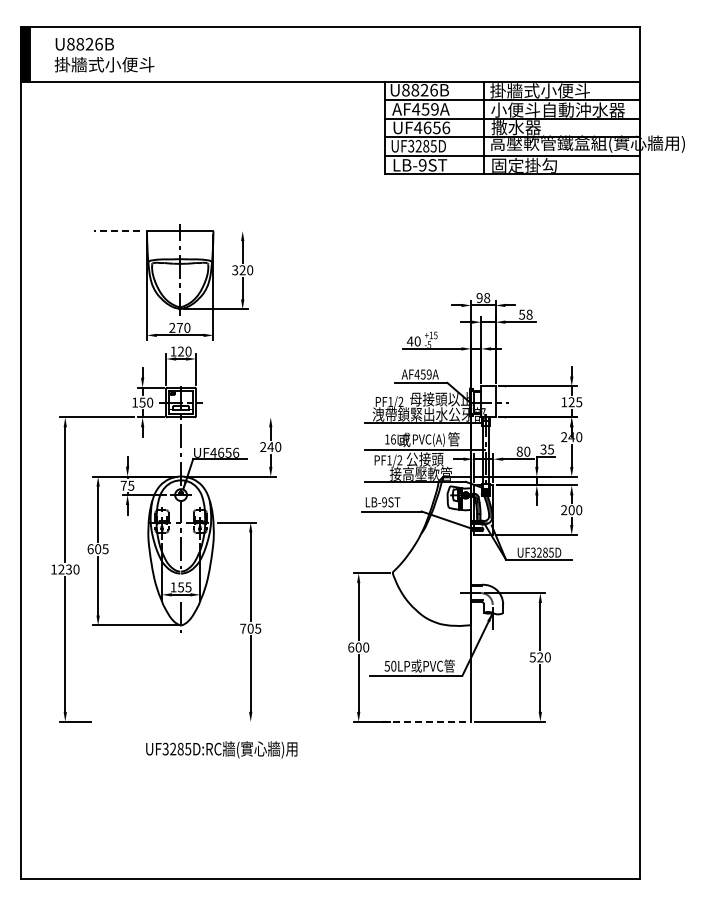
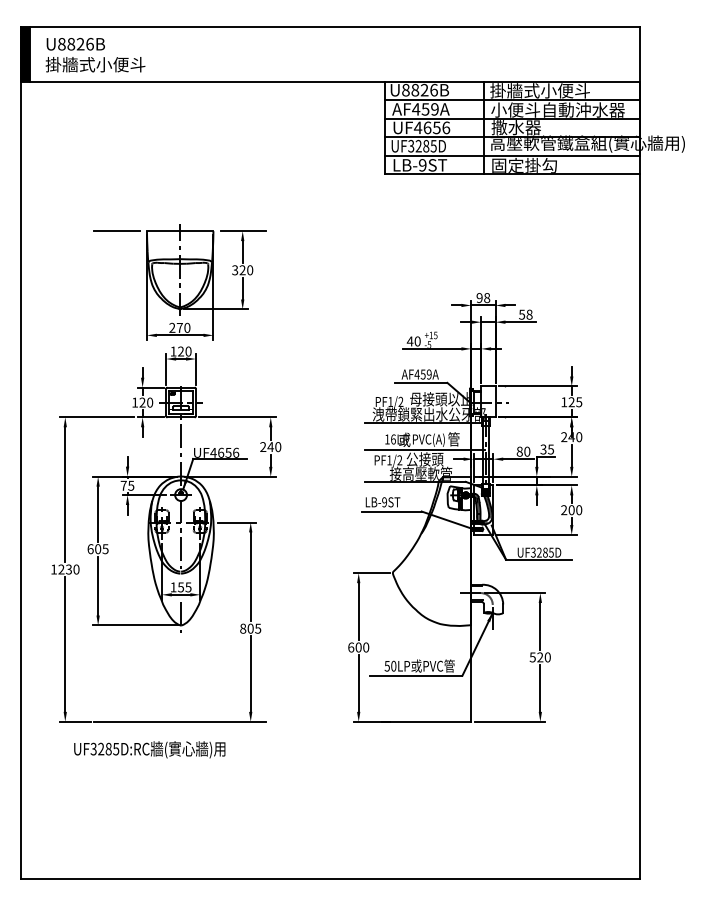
text at (104, 55) position: (104, 55) -> (95, 55)
line at (116, 231): dashed -> solid
line at (243, 231): none -> present
text at (142, 402): 150 -> 120
line at (237, 417): none -> present
text at (243, 628): 705 -> 805
line at (180, 721): none -> present
line at (426, 721): dashed -> solid
text at (221, 749) position: (221, 749) -> (149, 749)
